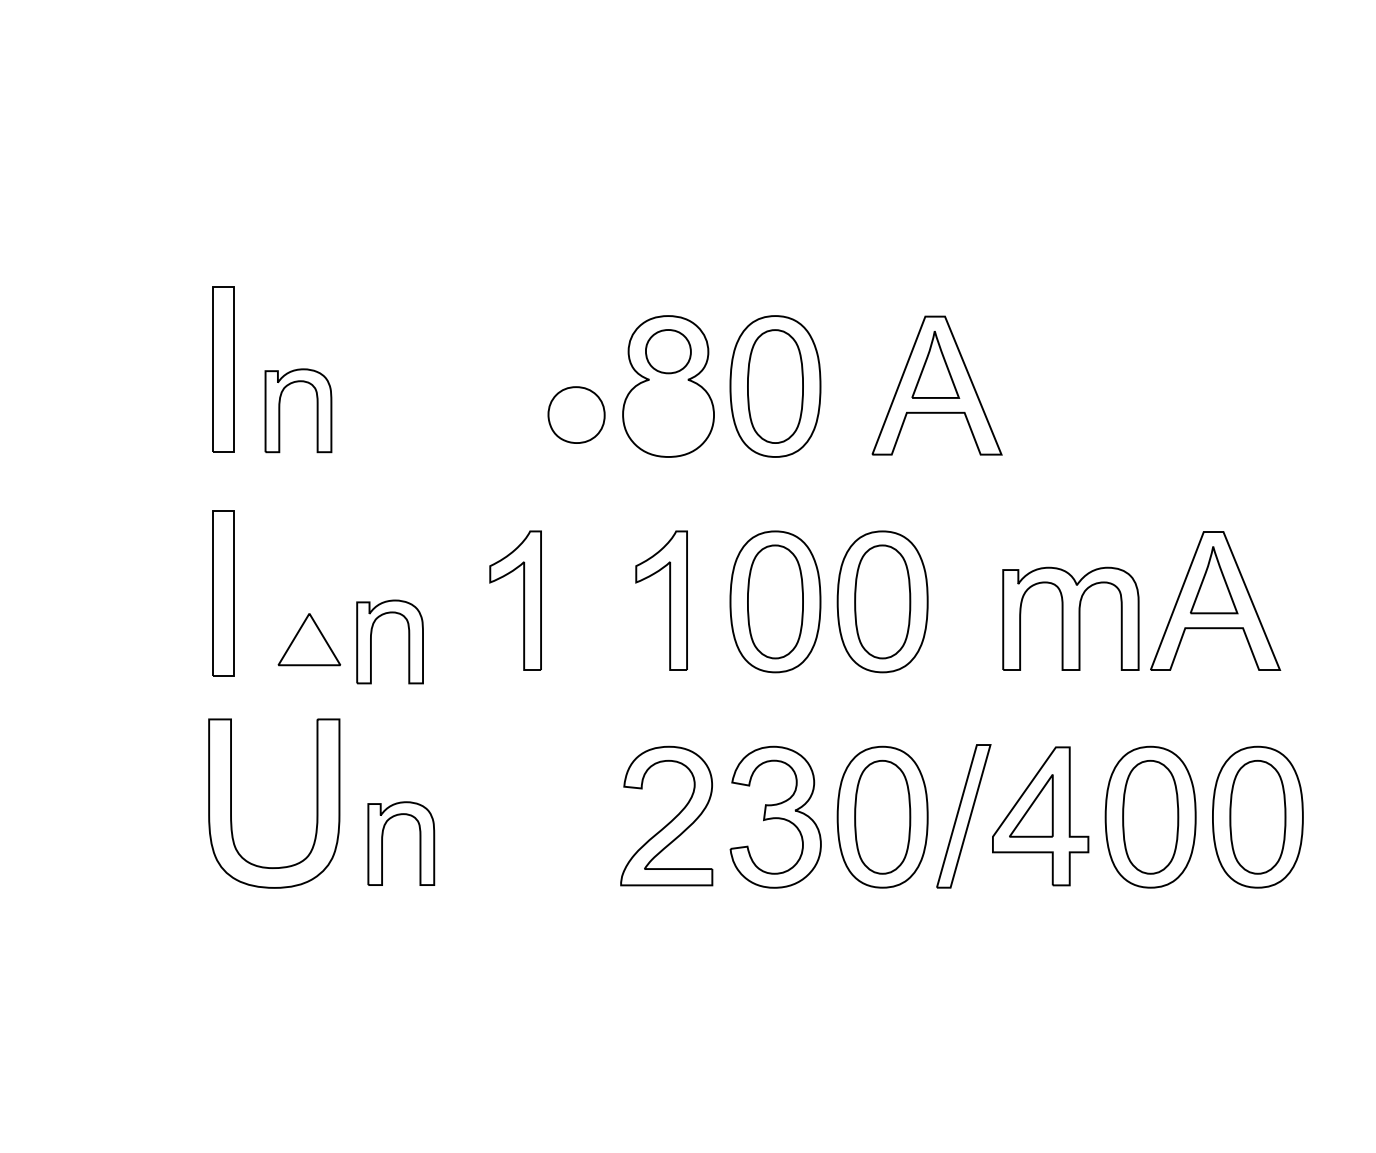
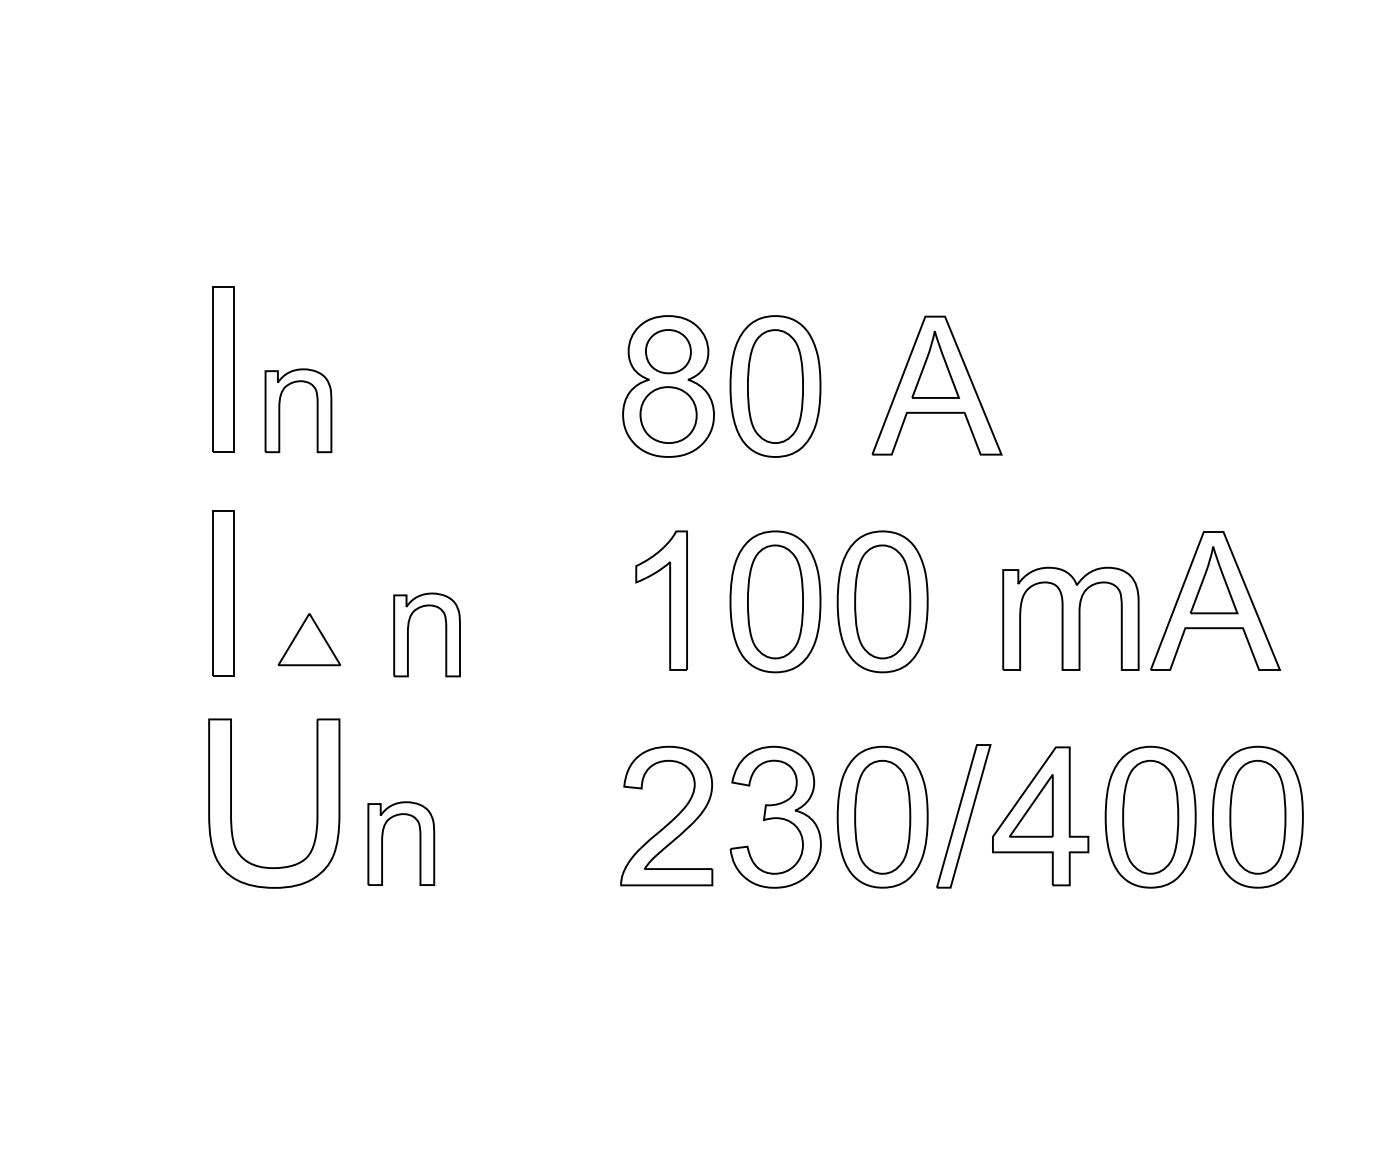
part at (576, 414) position: (576, 414) -> (668, 414)
part at (523, 600): present -> none
part at (371, 641) position: (371, 641) -> (408, 634)
